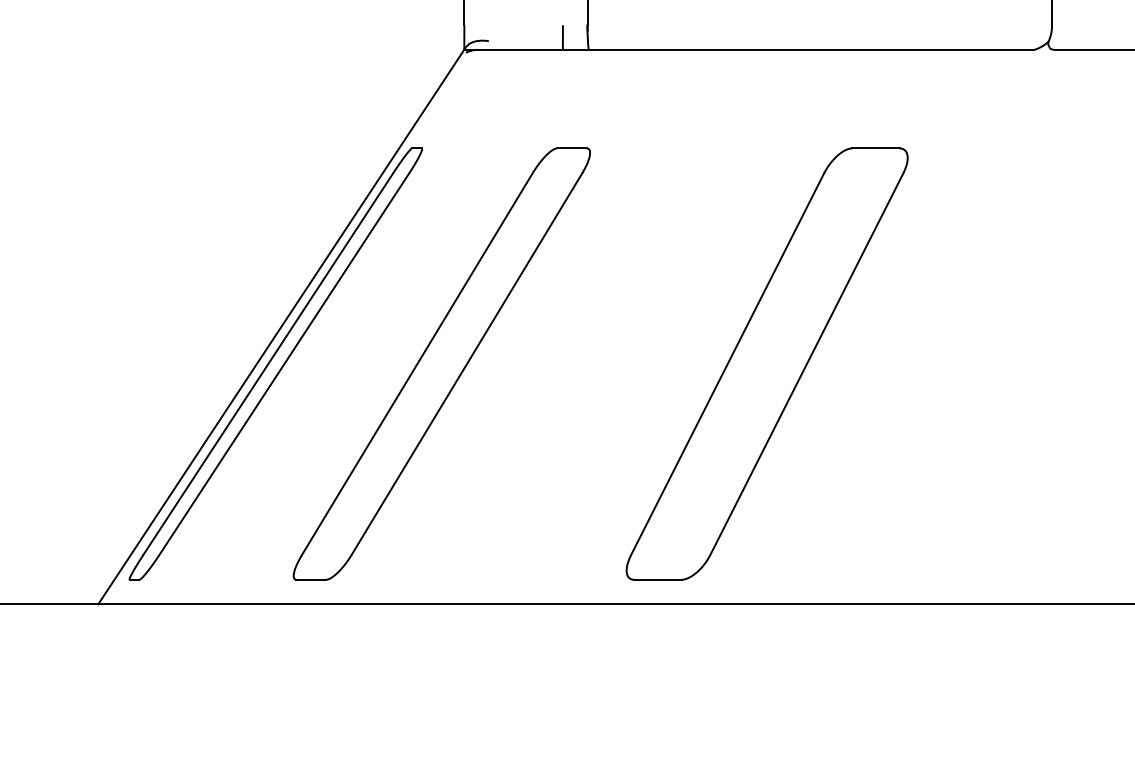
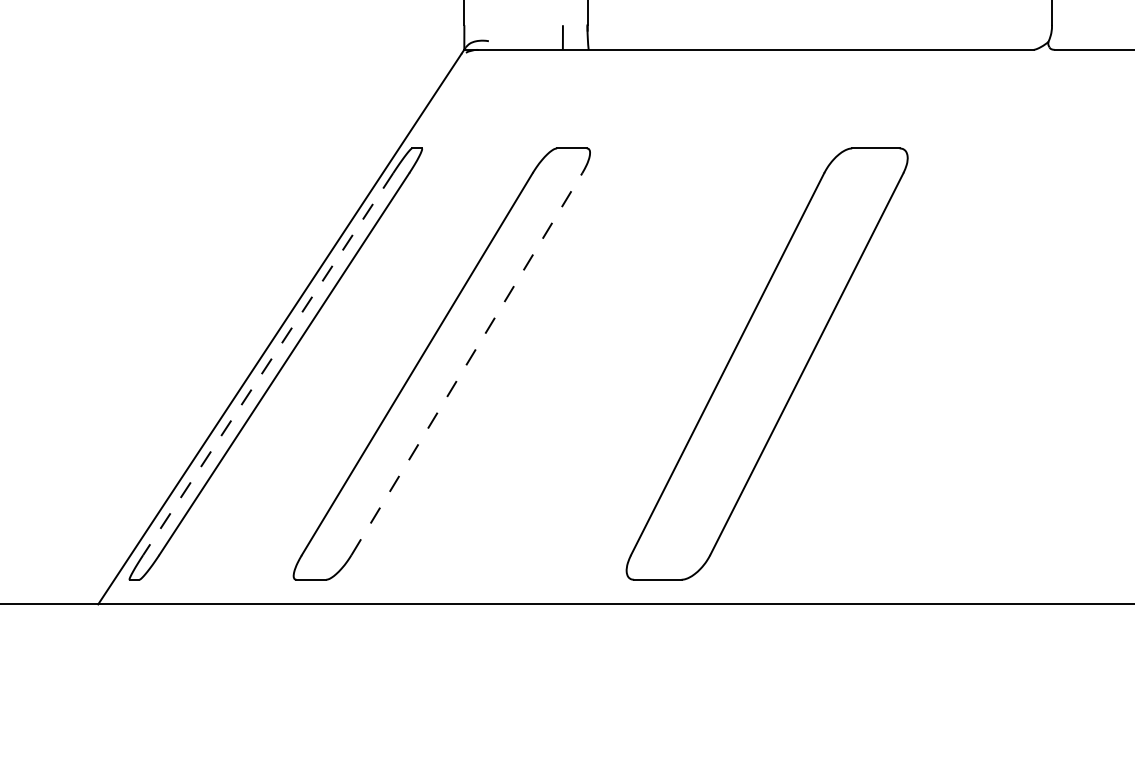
line at (467, 363): solid -> dashed
line at (268, 364): solid -> dashed
